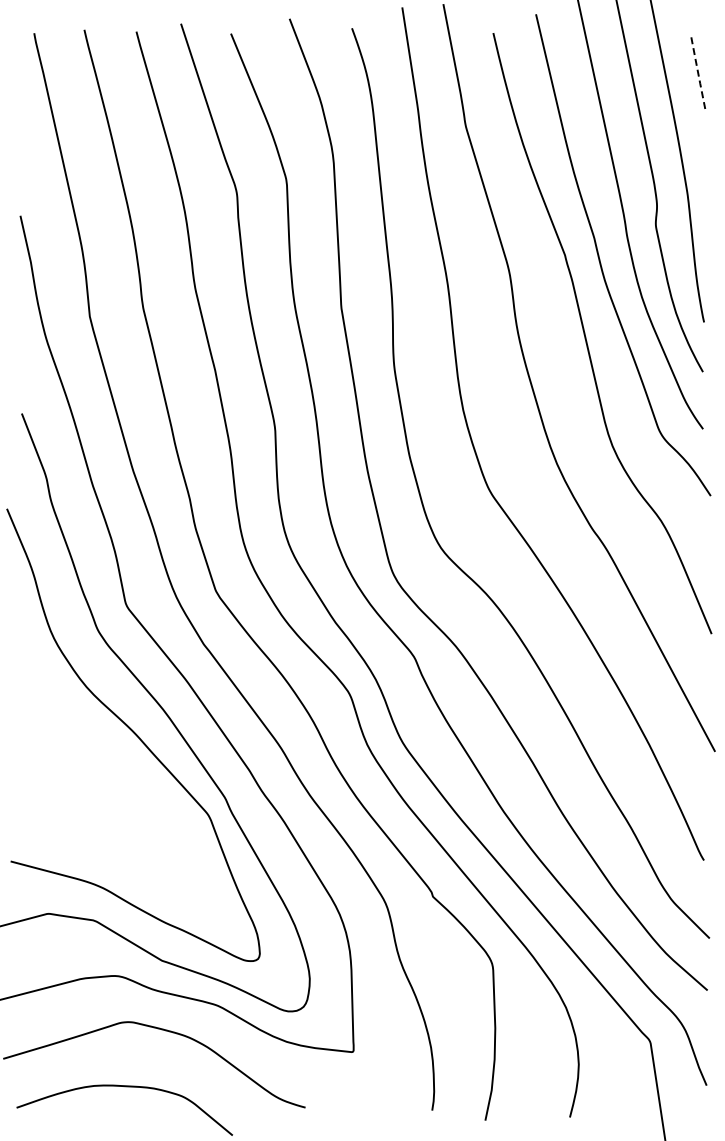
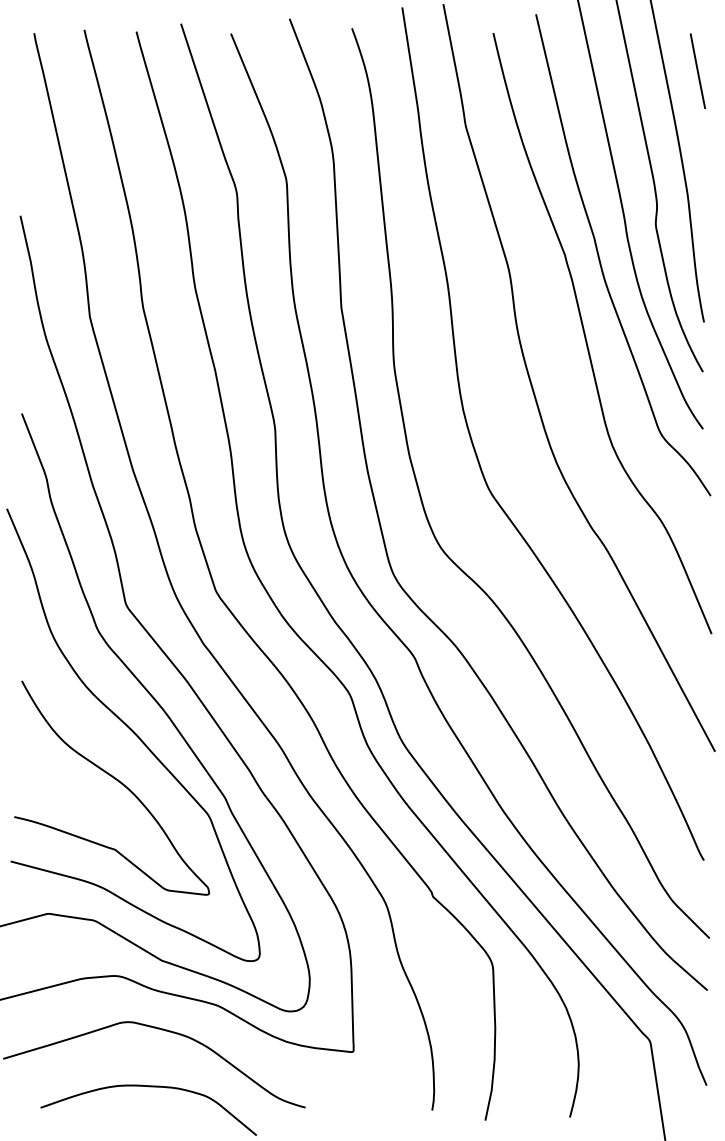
line at (697, 71): dashed -> solid
curve at (117, 781): none -> present
curve at (124, 1087) position: (124, 1087) -> (148, 1087)
